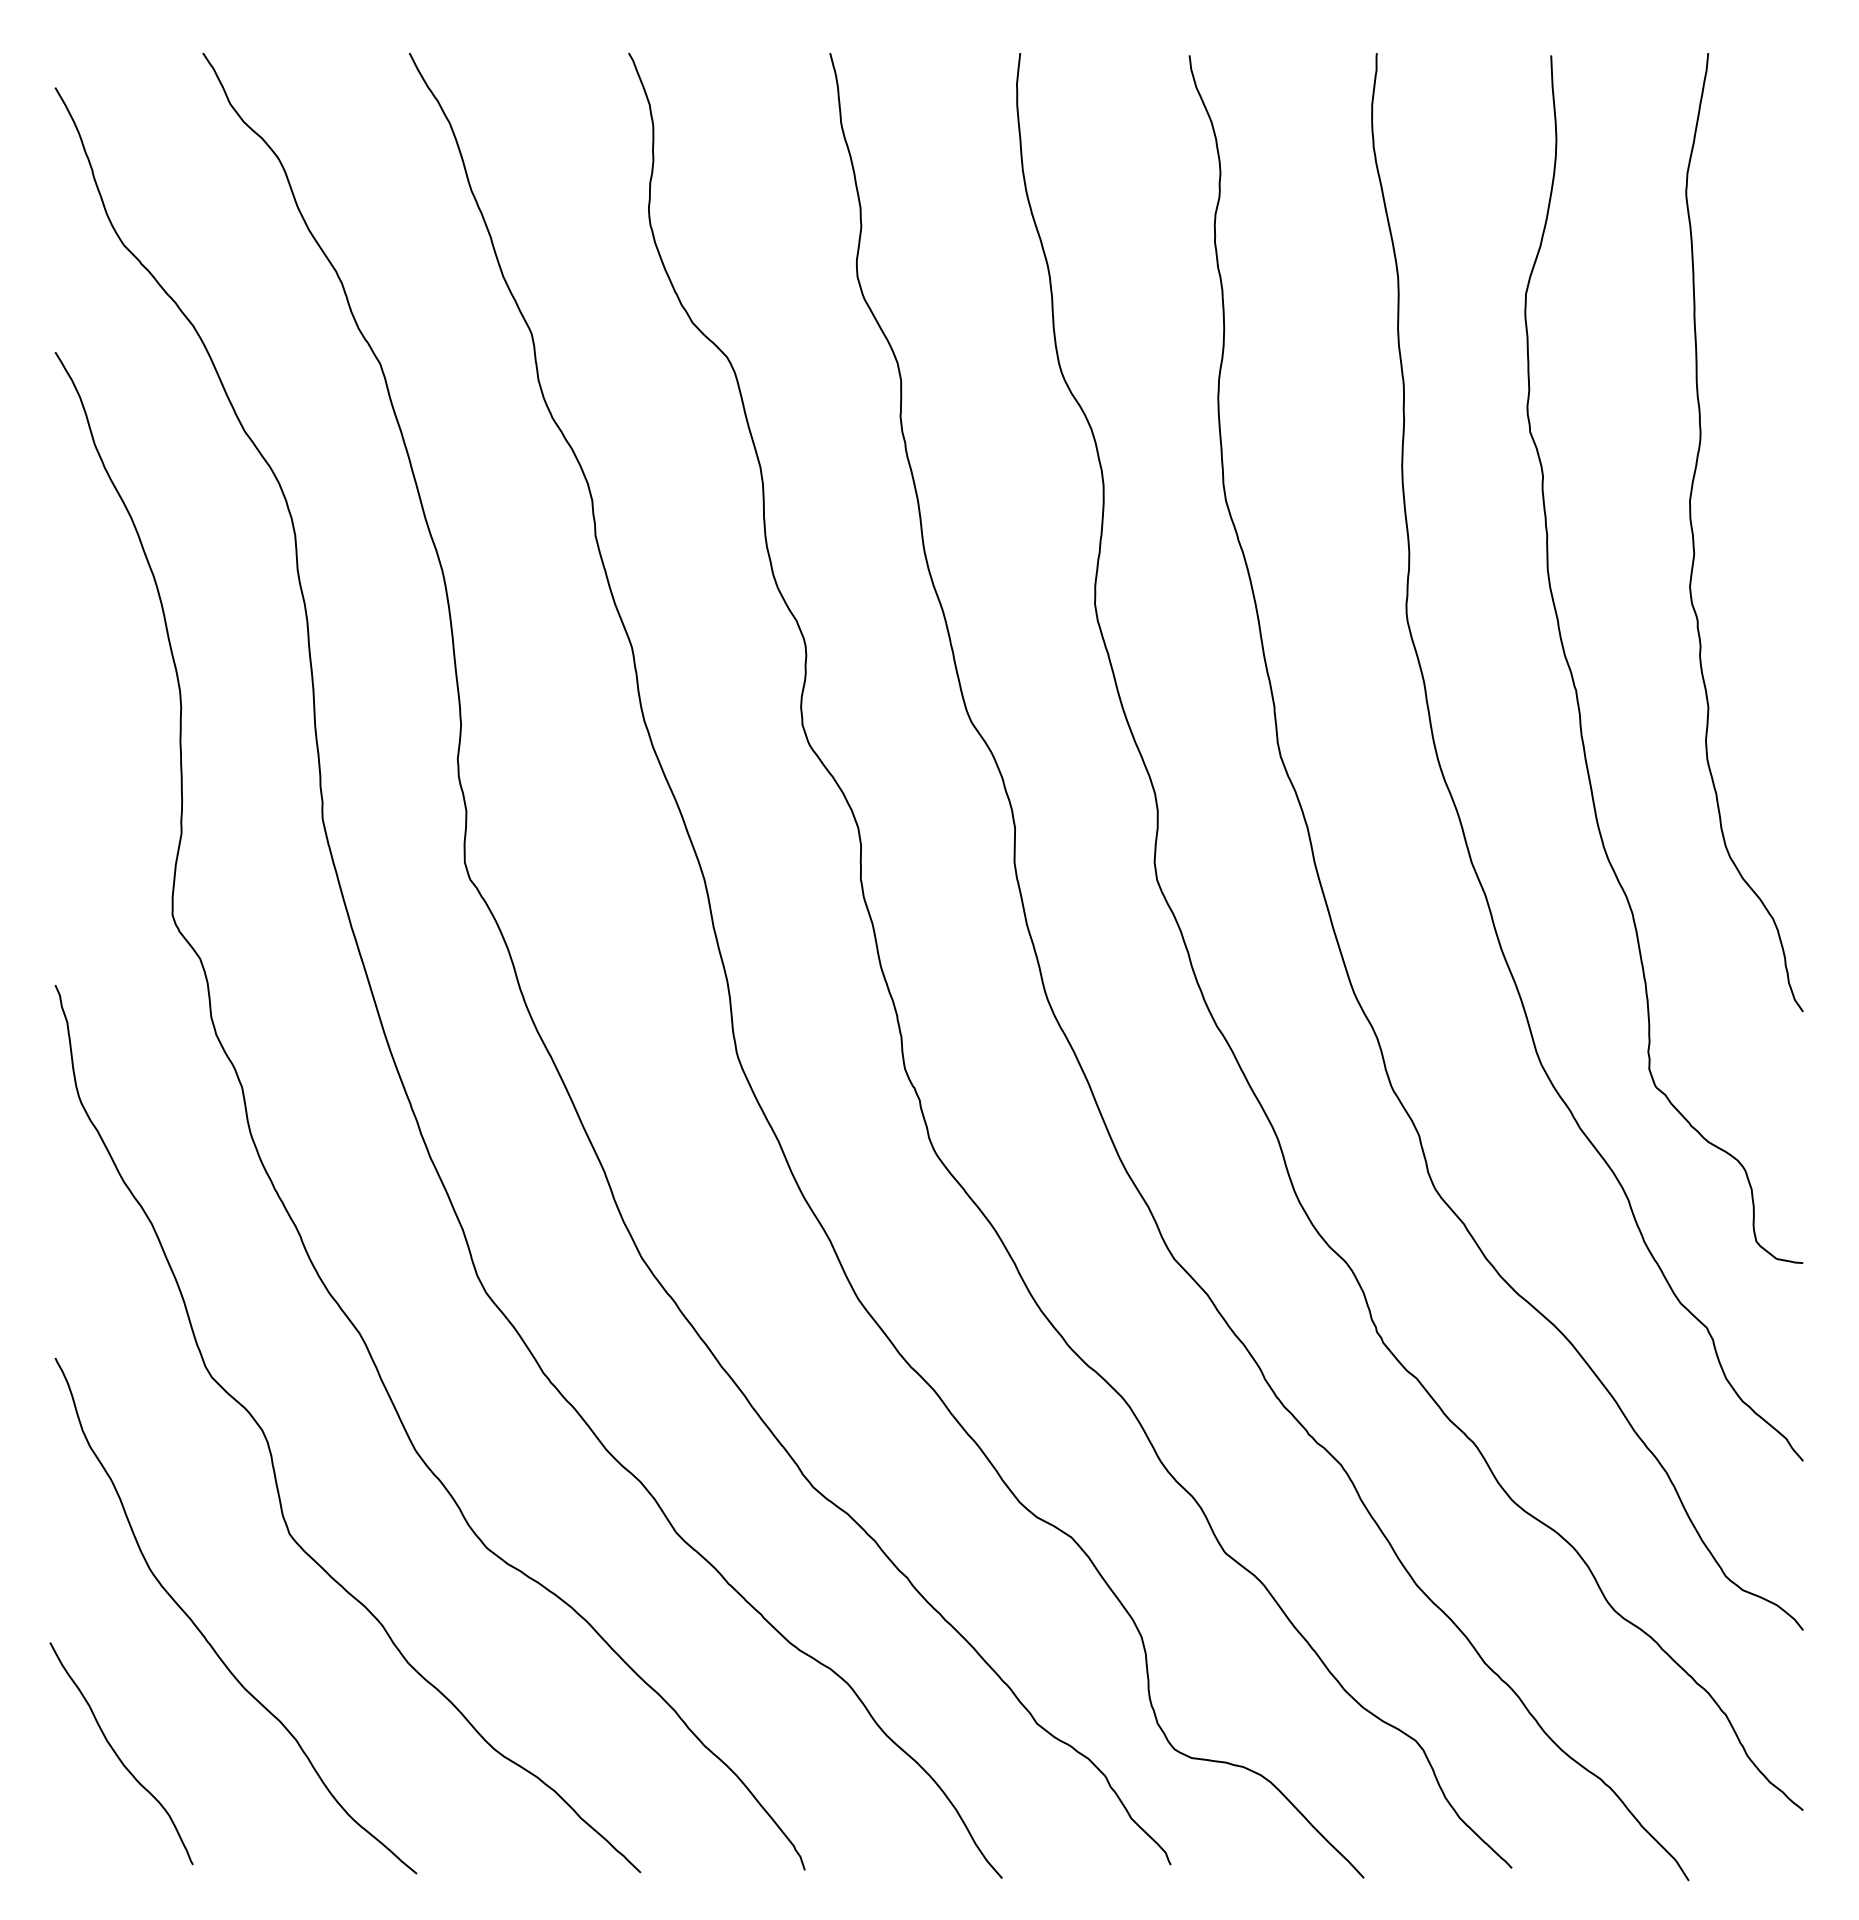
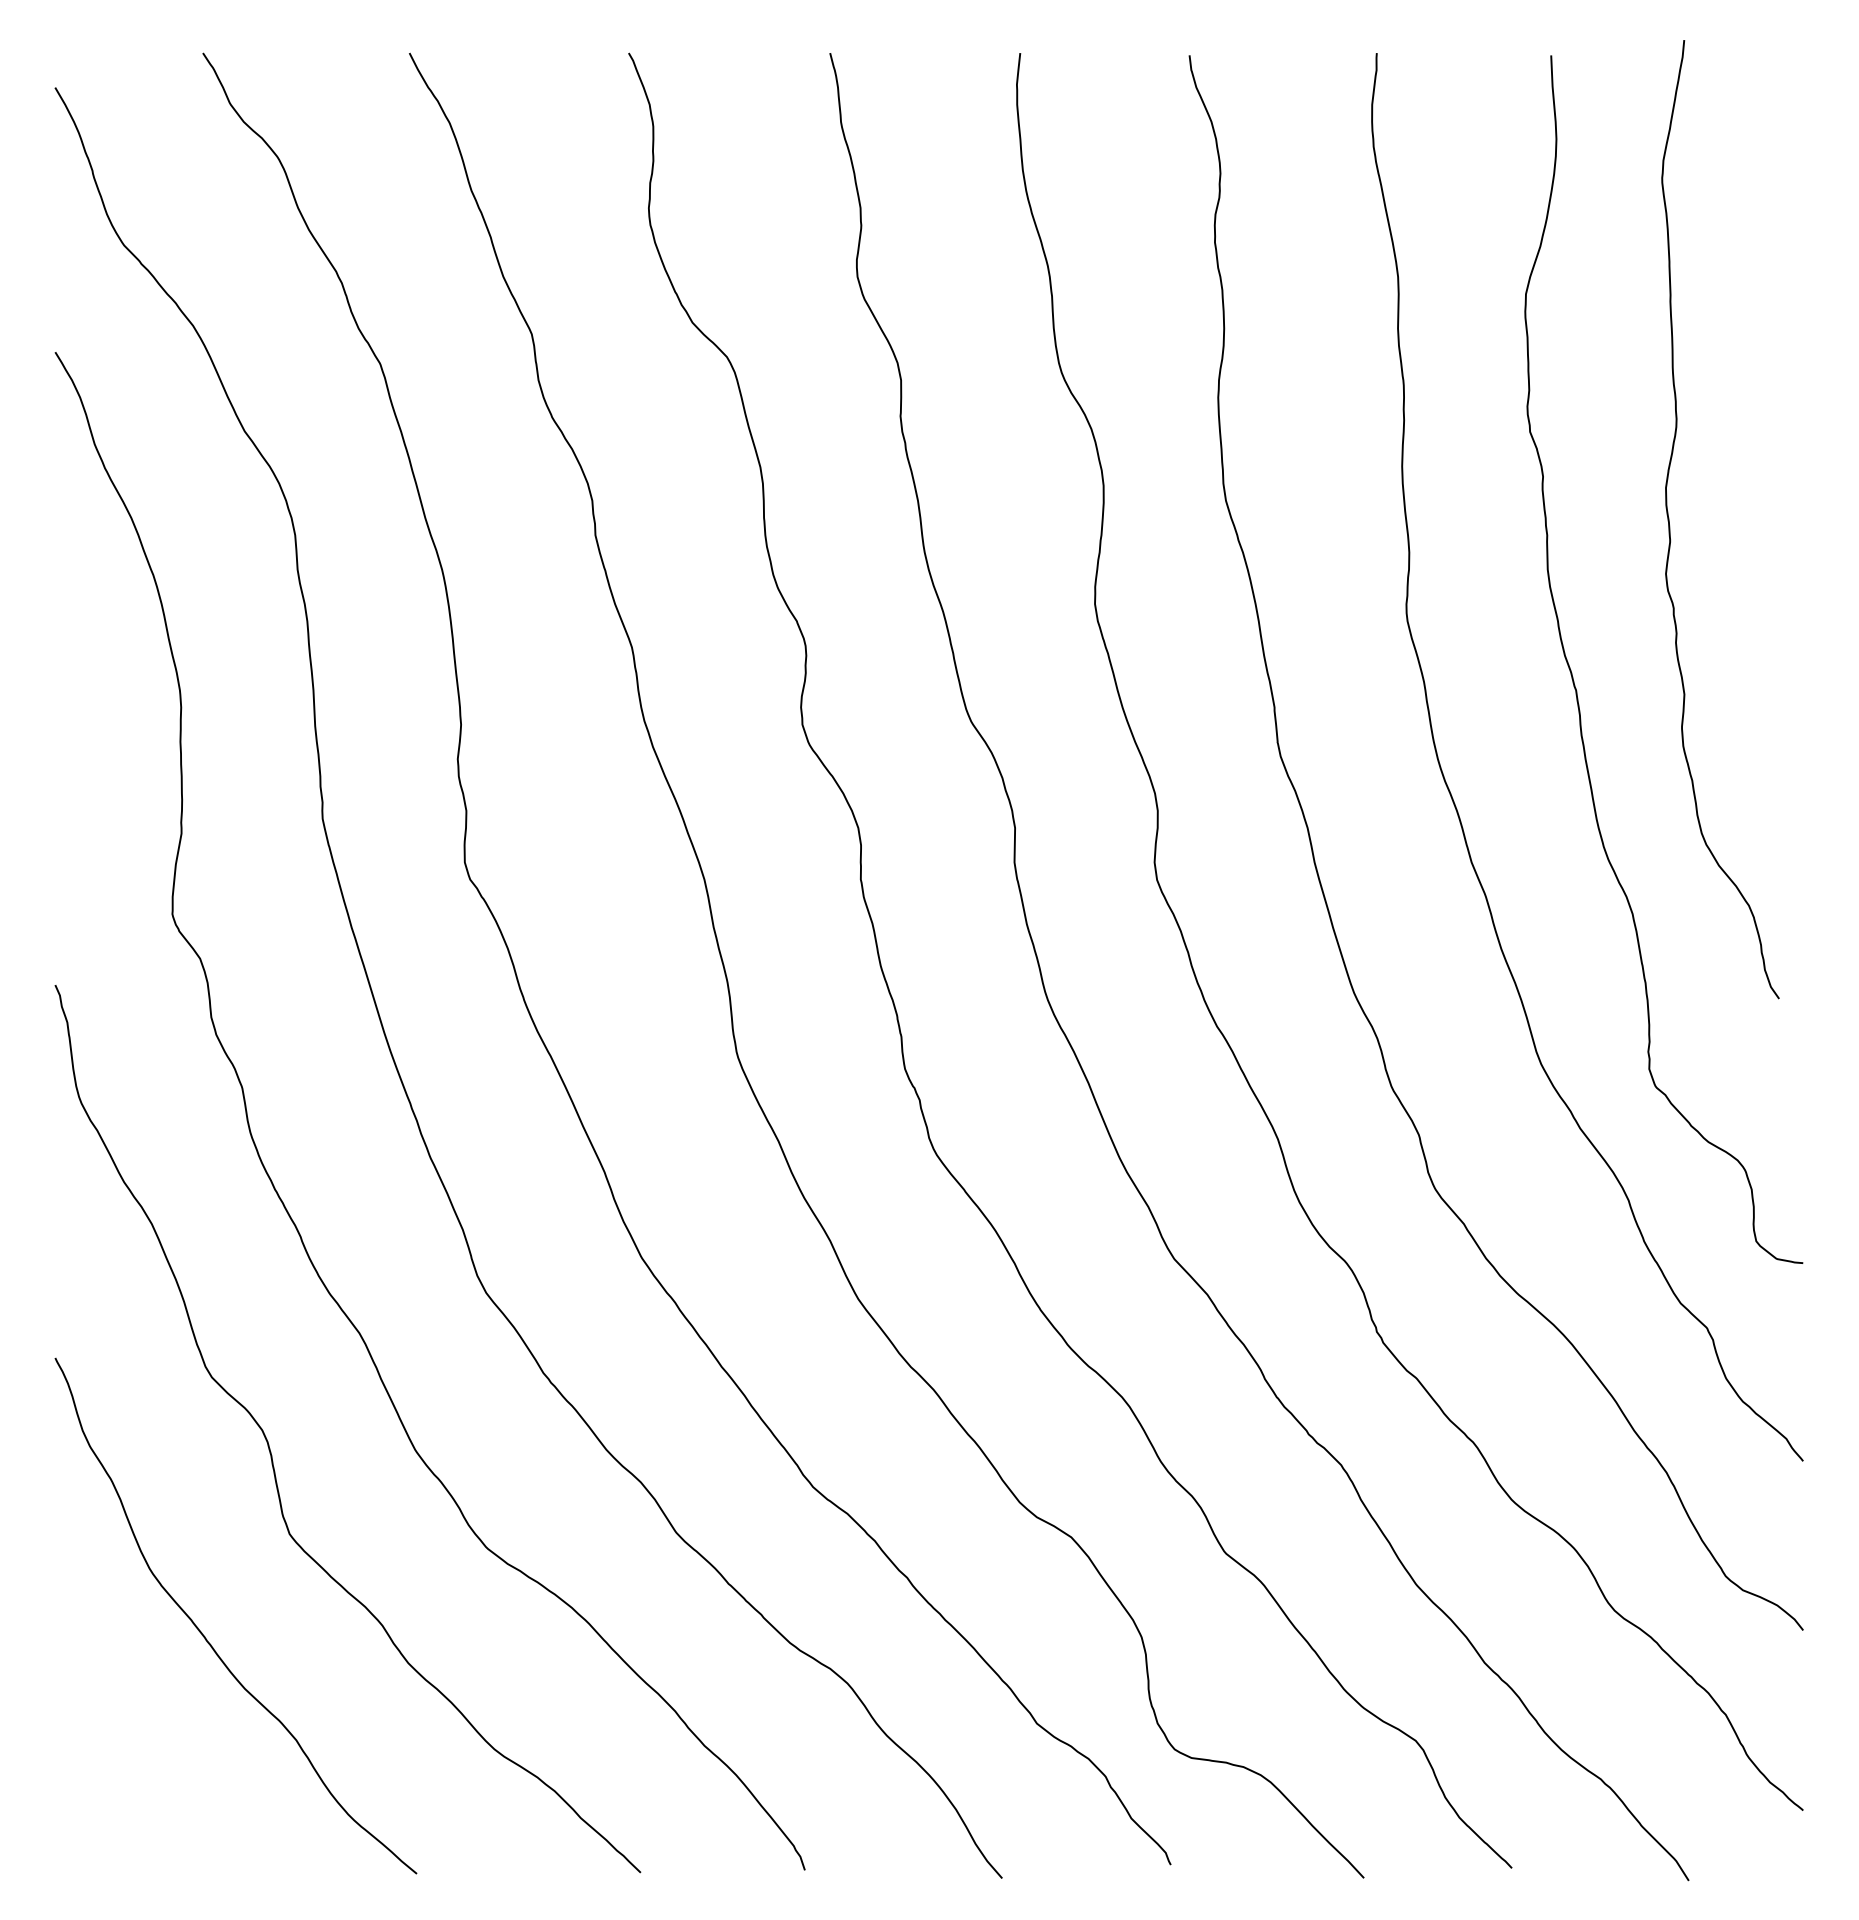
curve at (1694, 539) position: (1694, 539) -> (1670, 526)
curve at (118, 1755): present -> none
